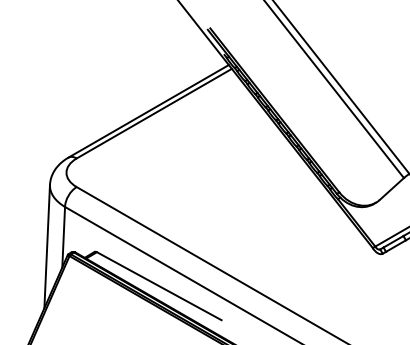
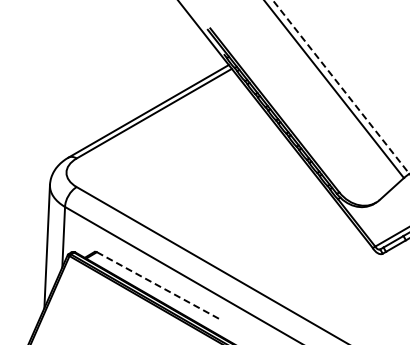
line at (341, 87): solid -> dashed
line at (159, 286): solid -> dashed
